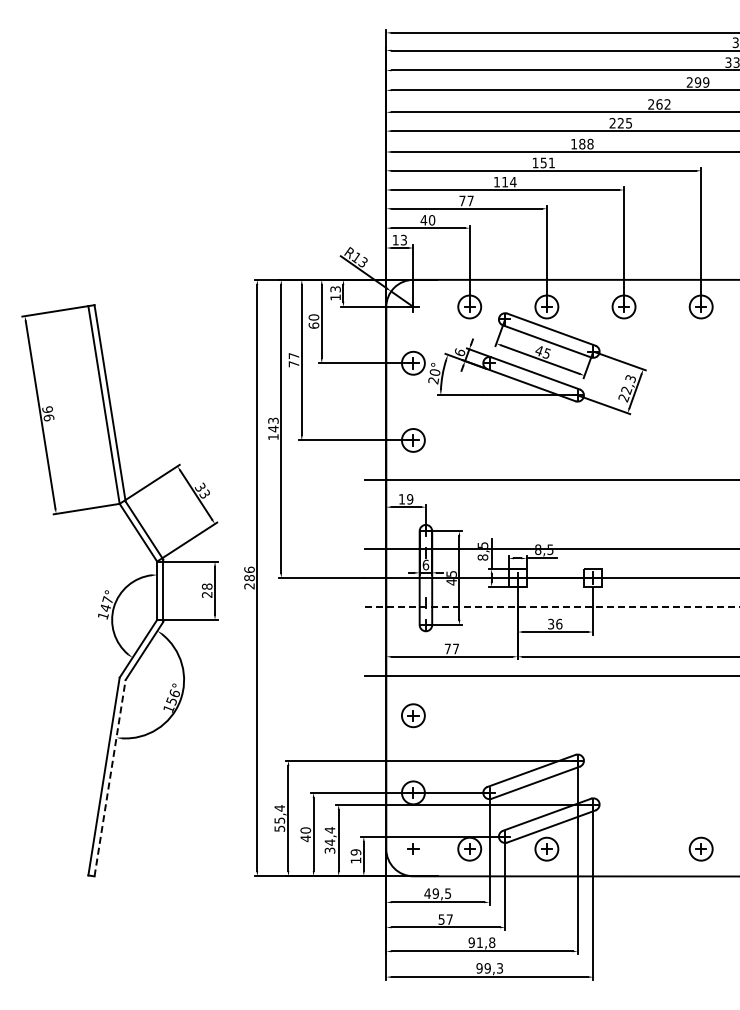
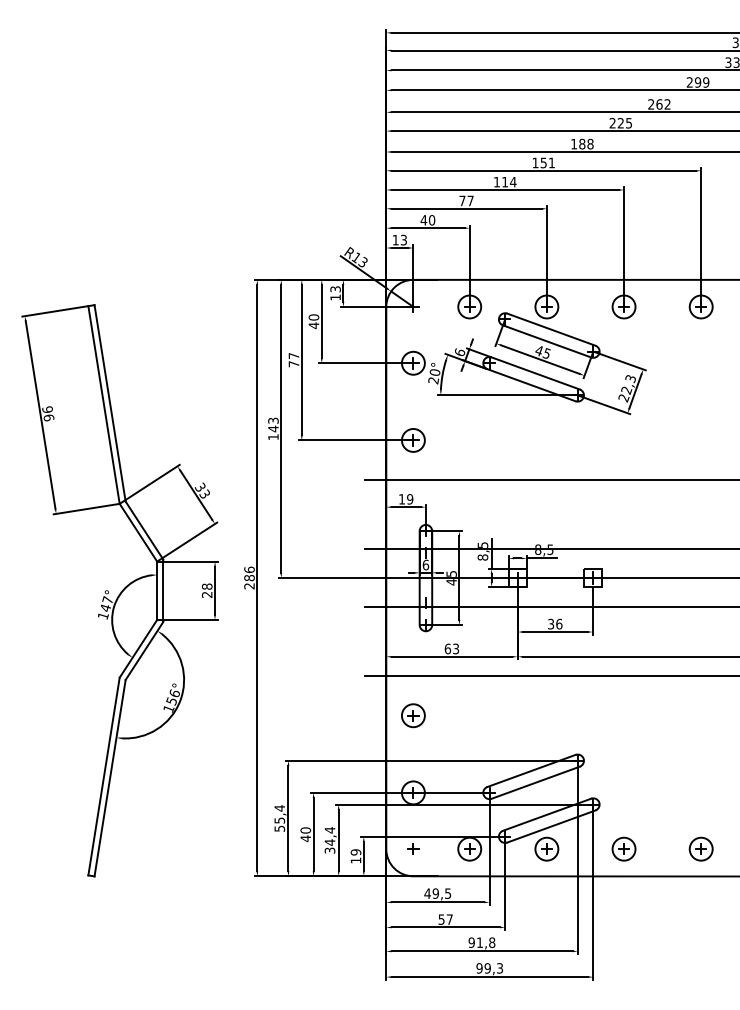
text at (313, 325): 60 -> 40
line at (552, 607): dashed -> solid
text at (451, 648): 77 -> 63
line at (110, 777): dashed -> solid
part at (623, 848): none -> present
